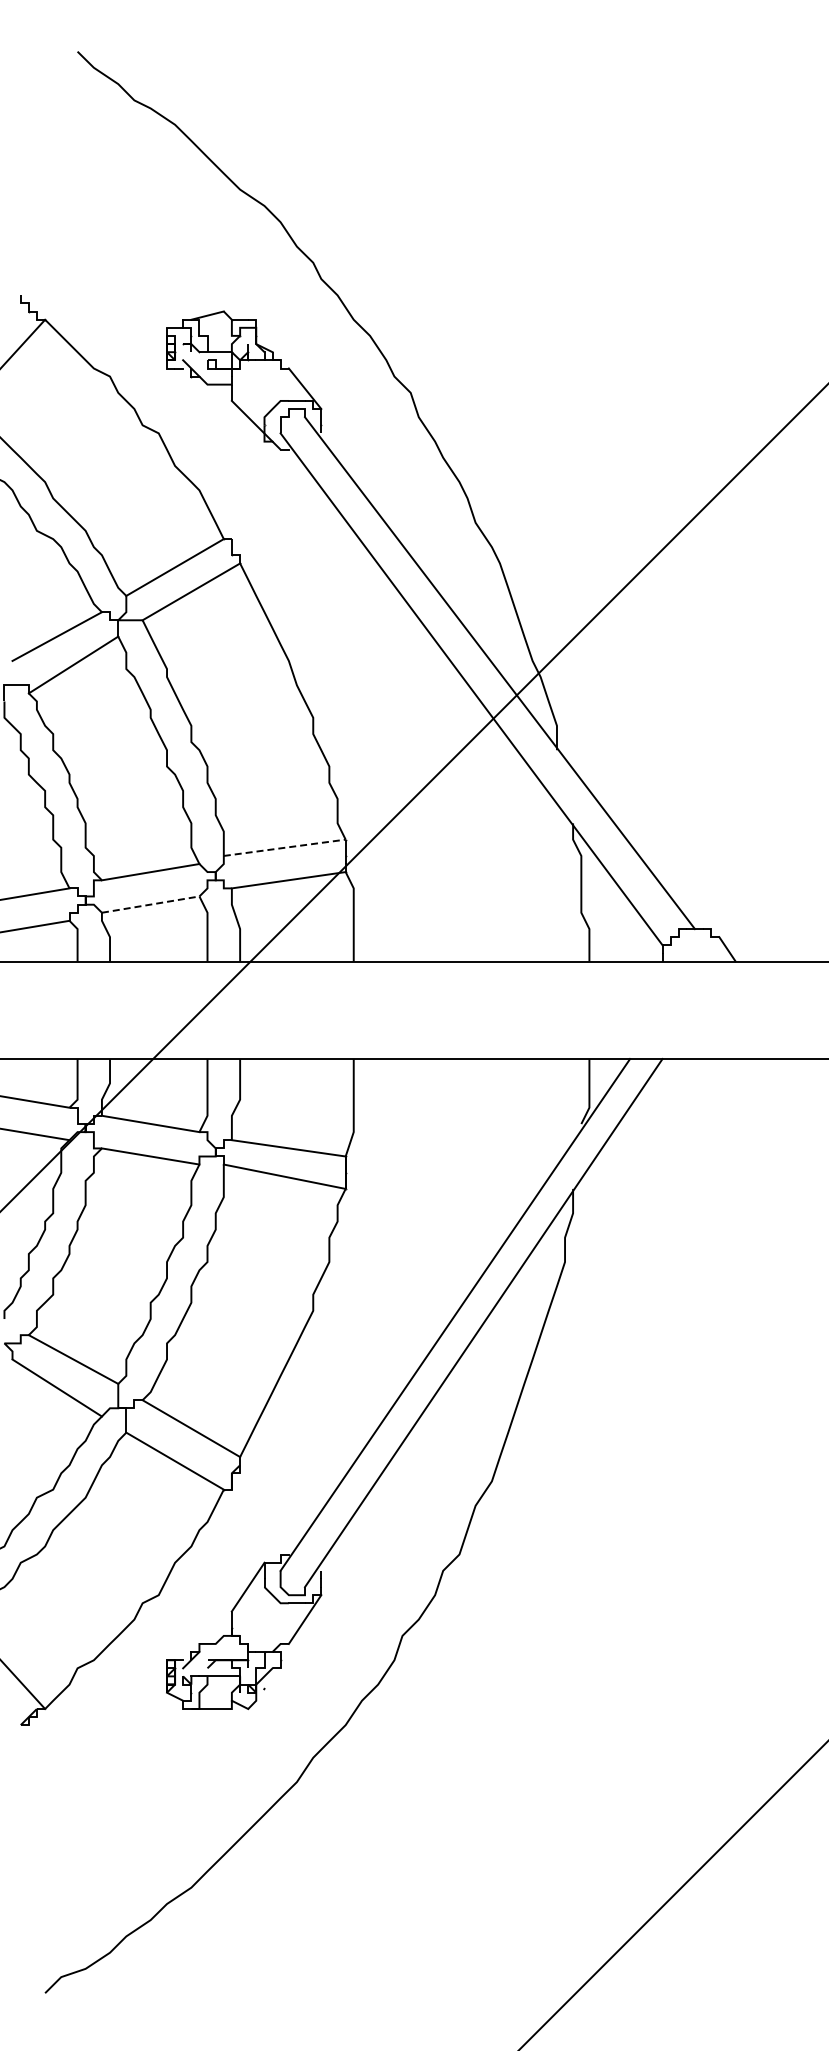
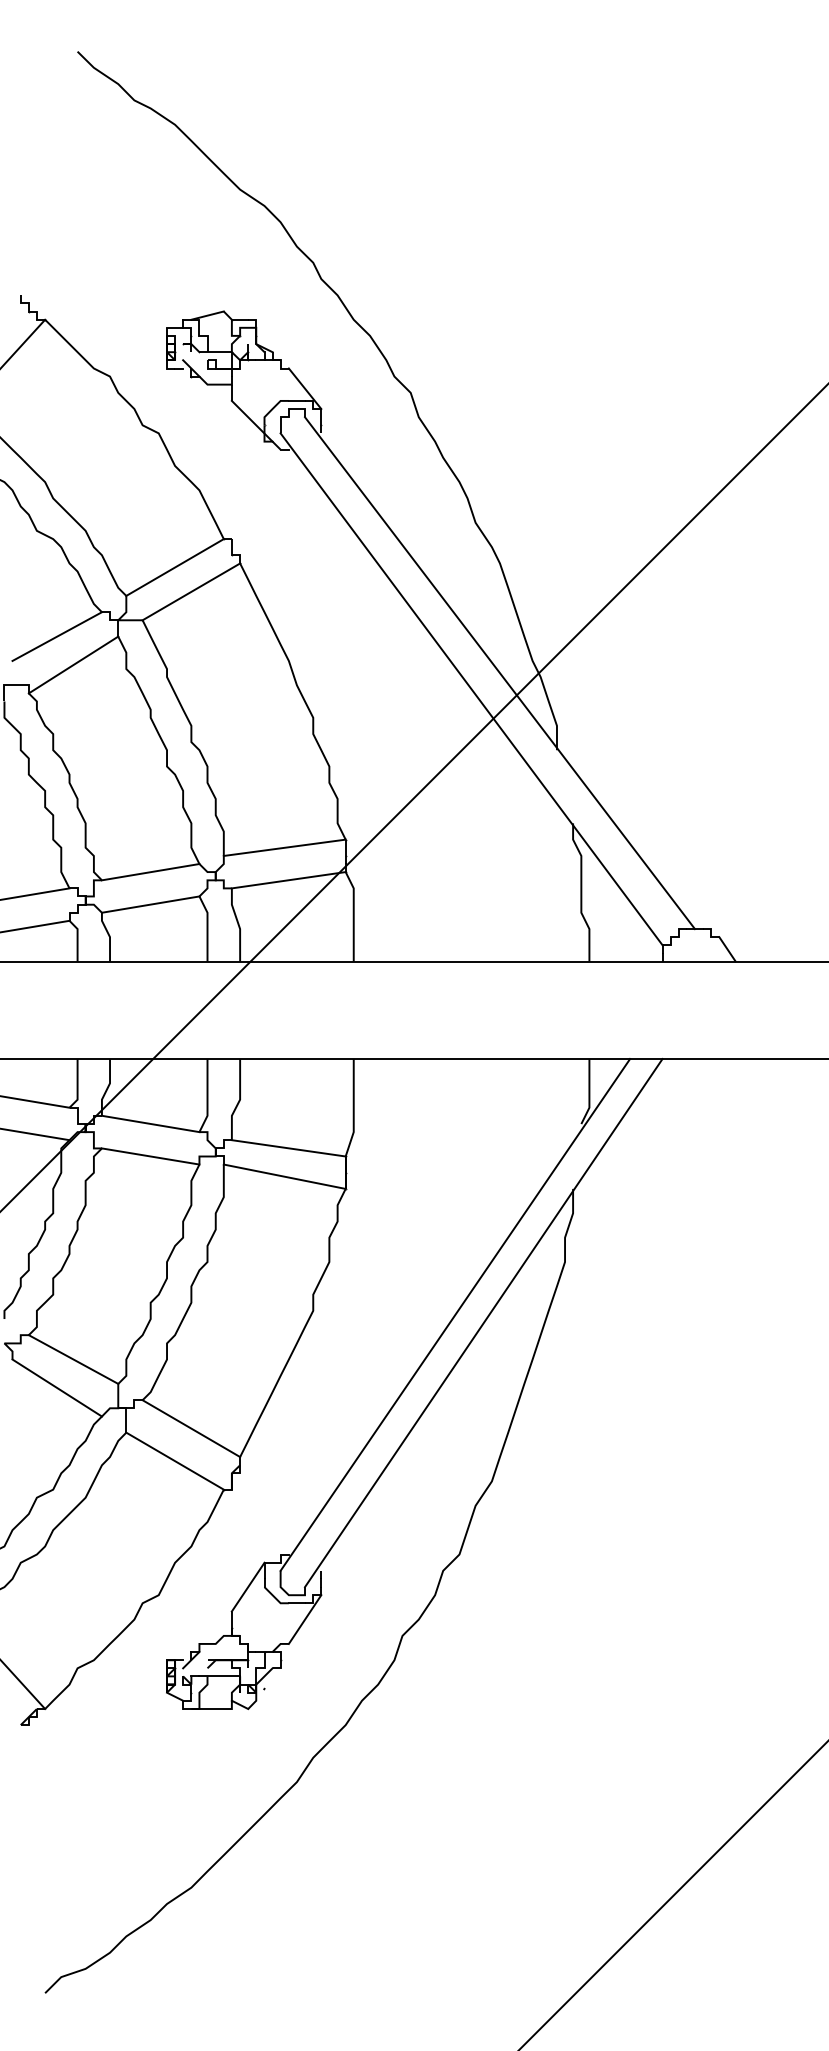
line at (285, 847): dashed -> solid
line at (151, 904): dashed -> solid
